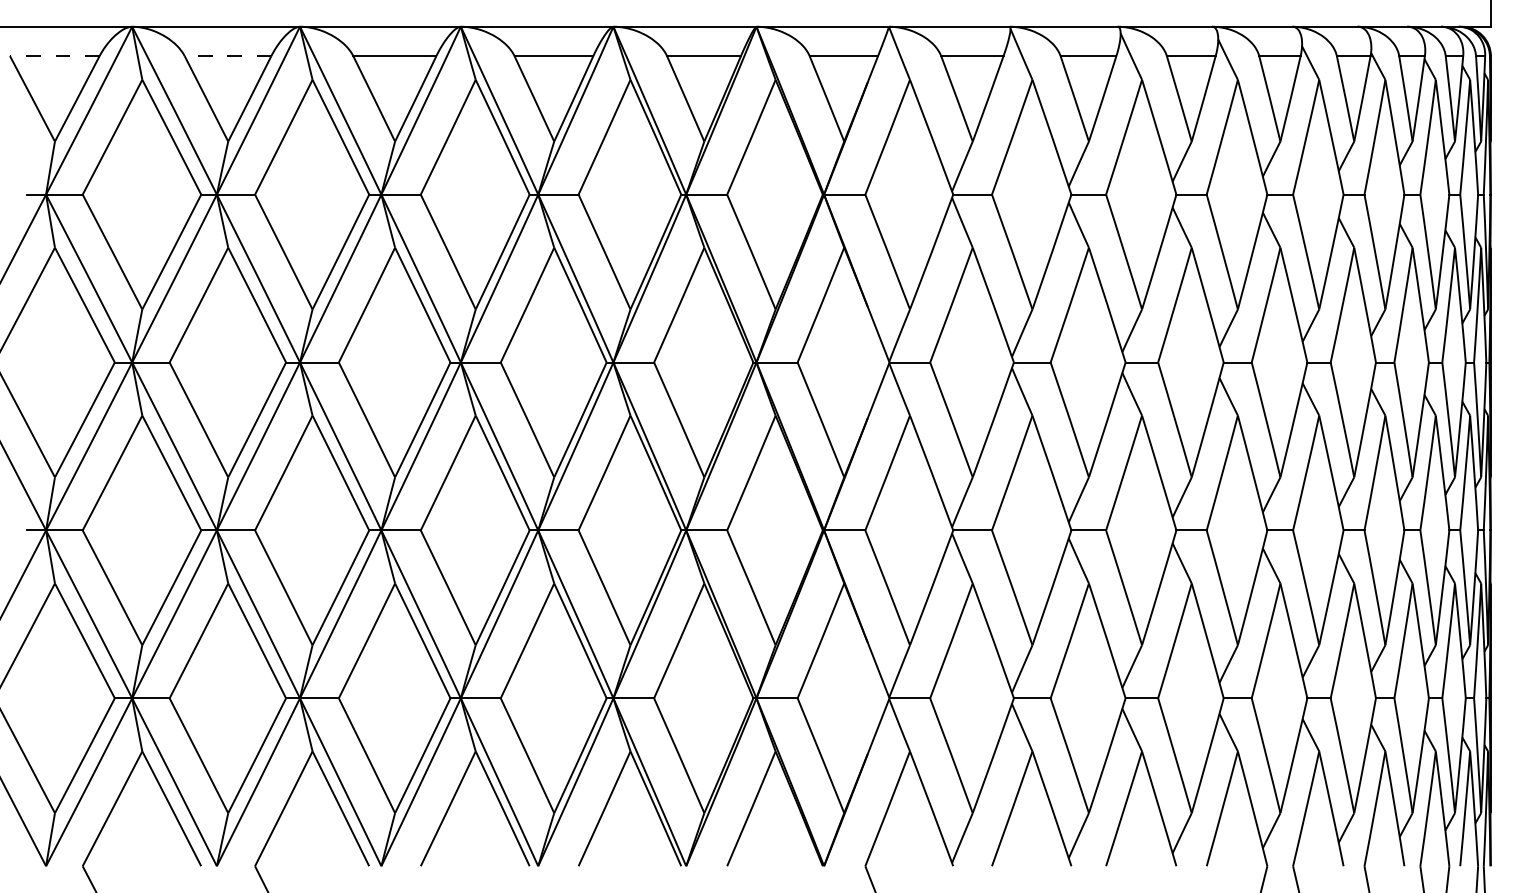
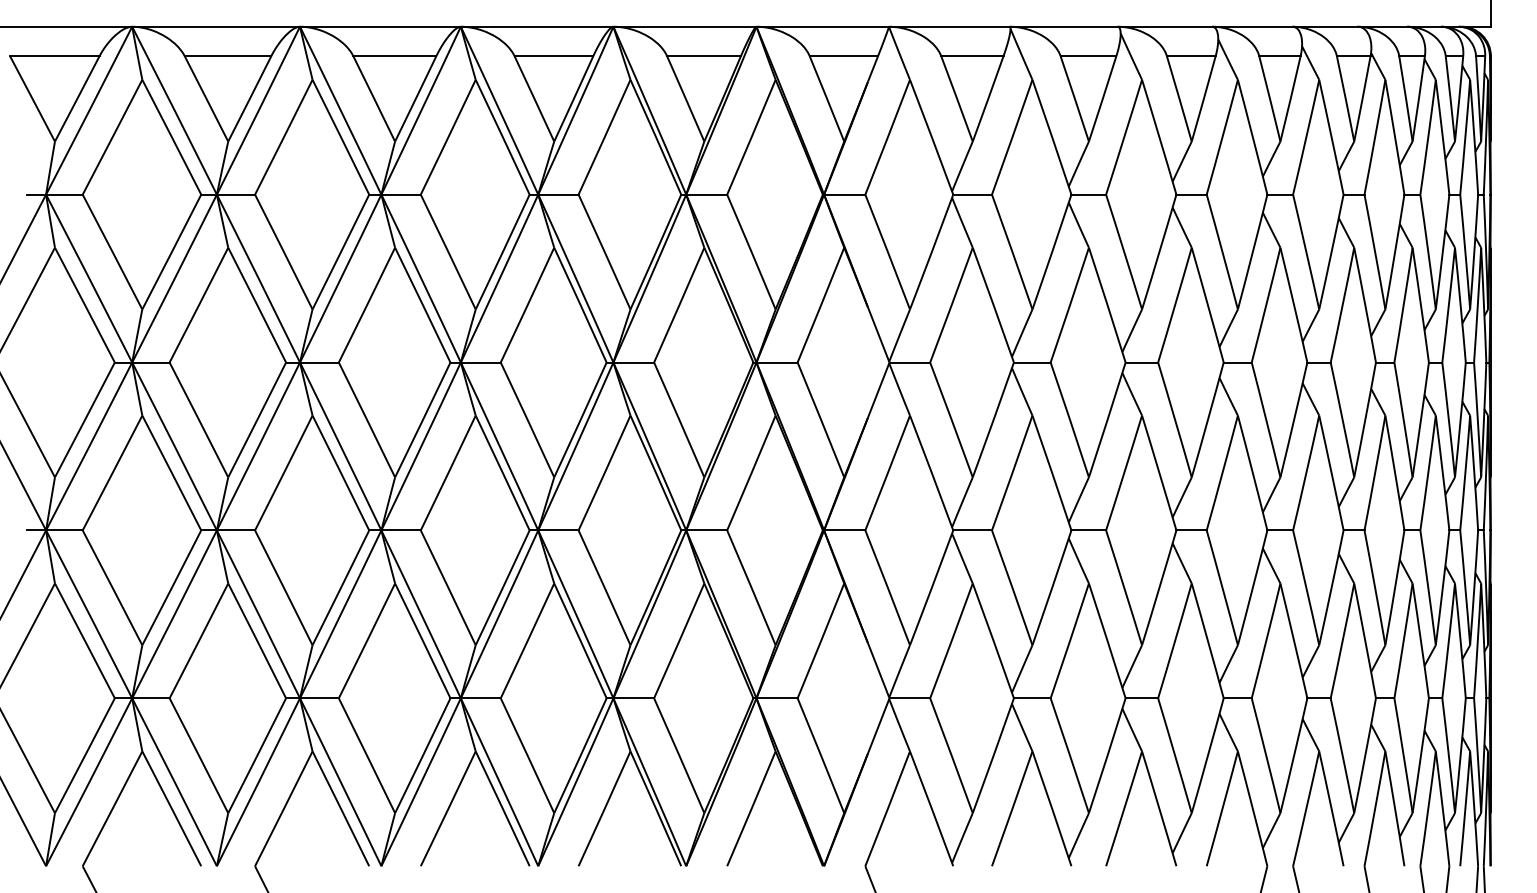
line at (54, 56): dashed -> solid
line at (227, 56): dashed -> solid
